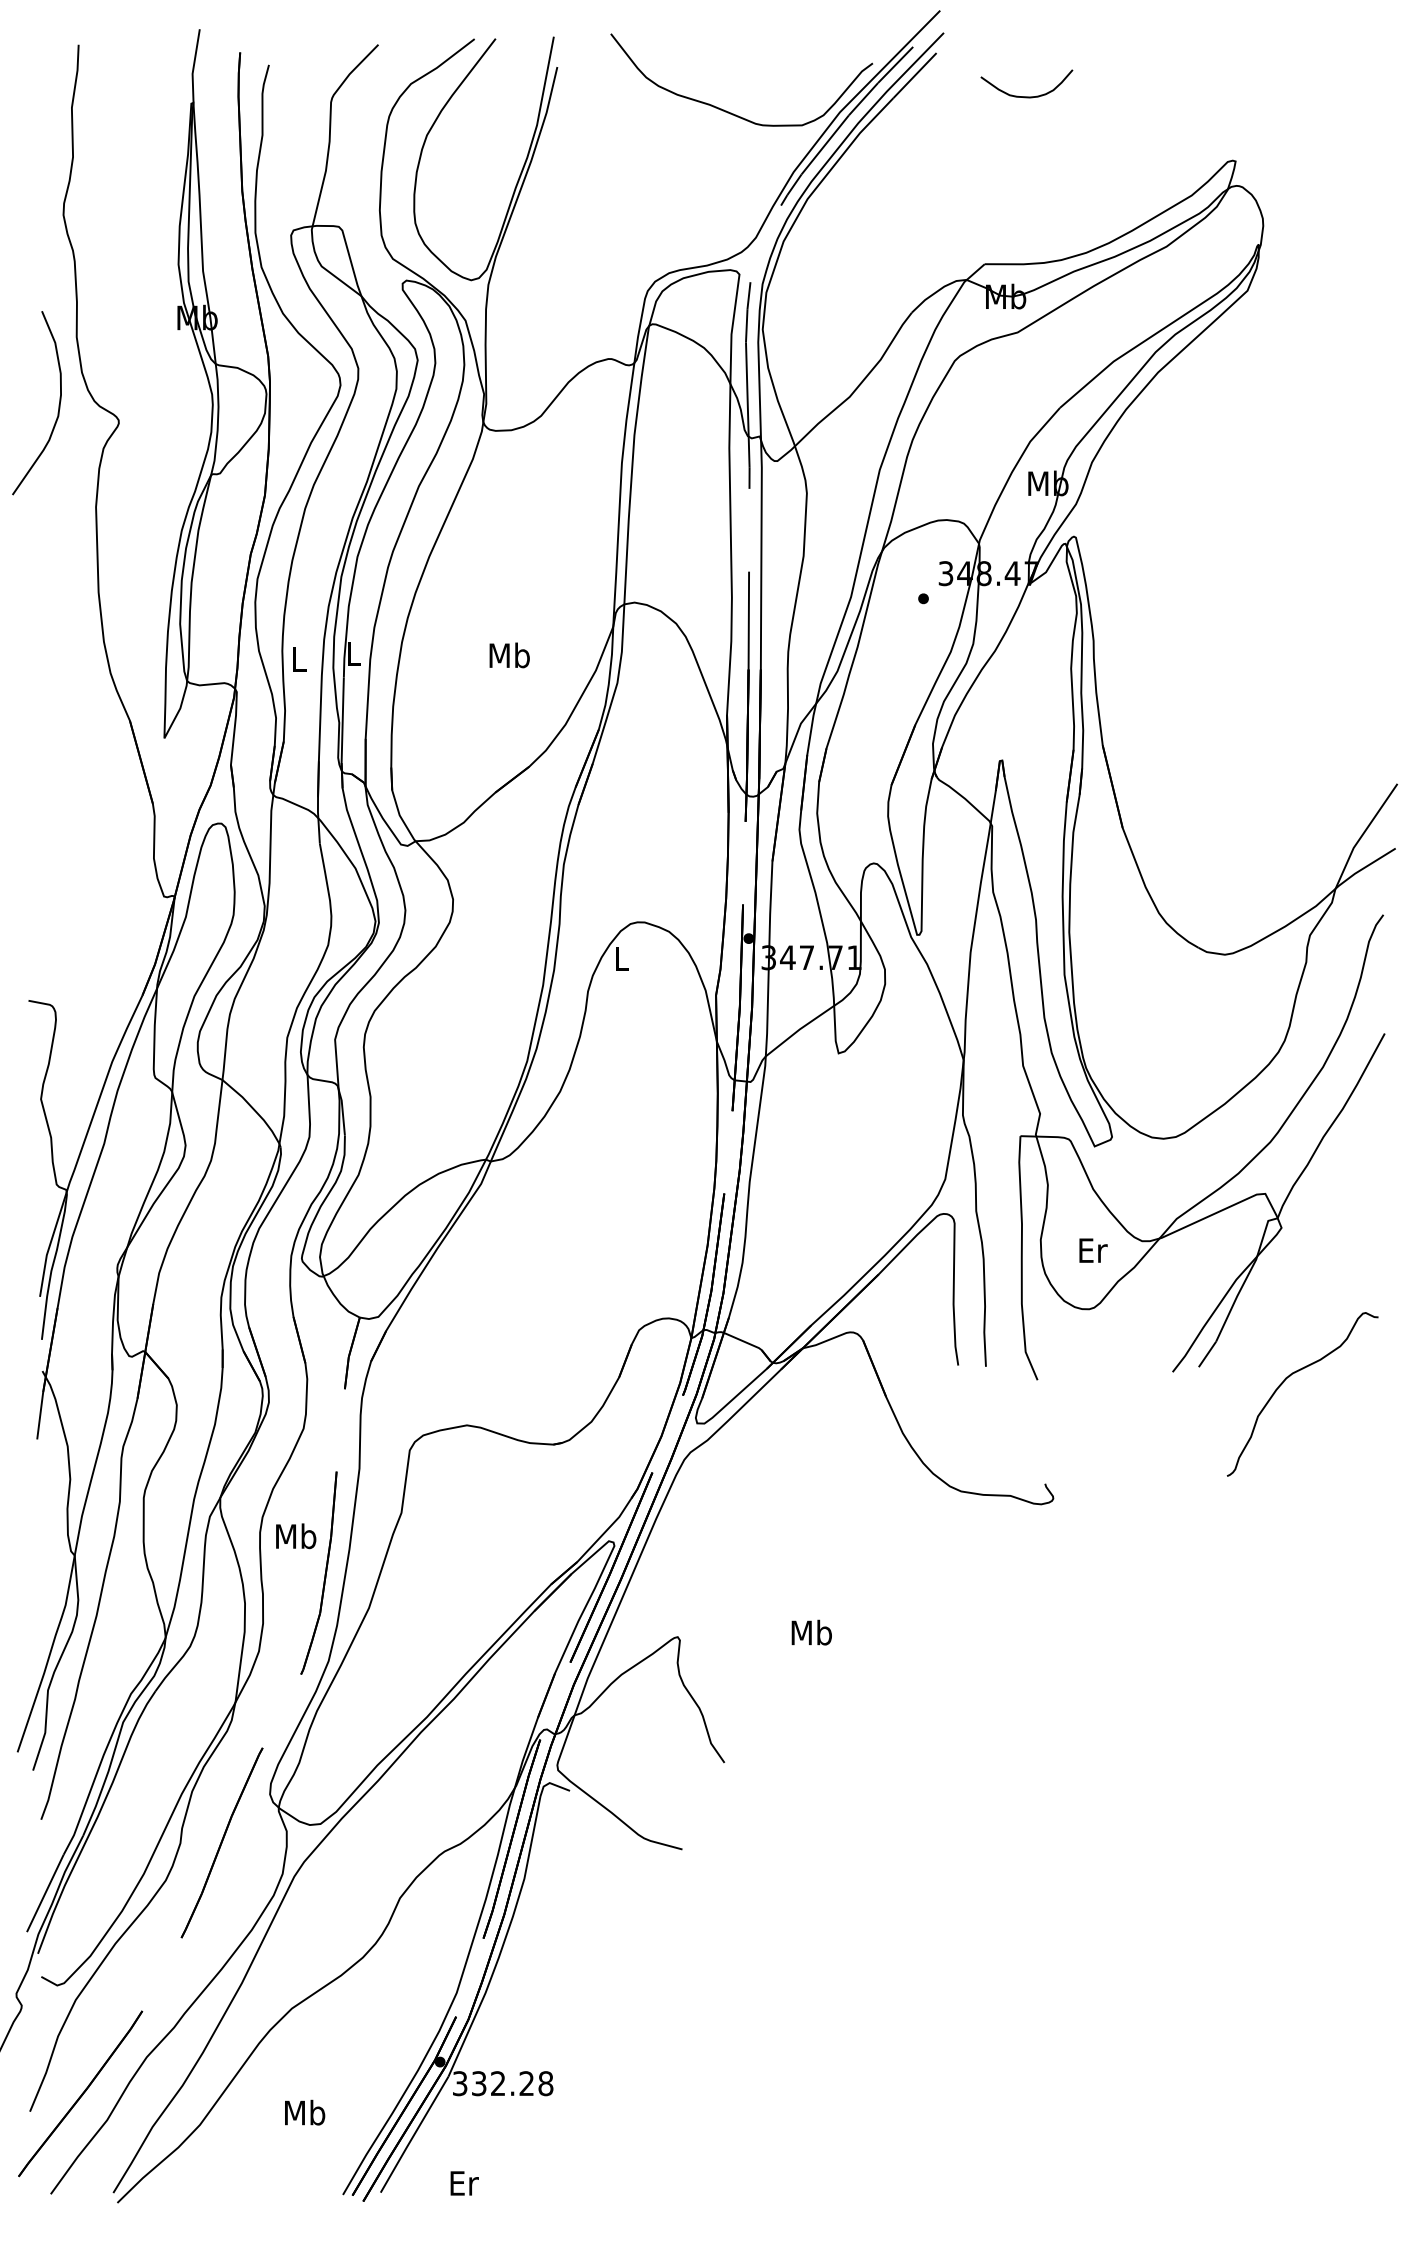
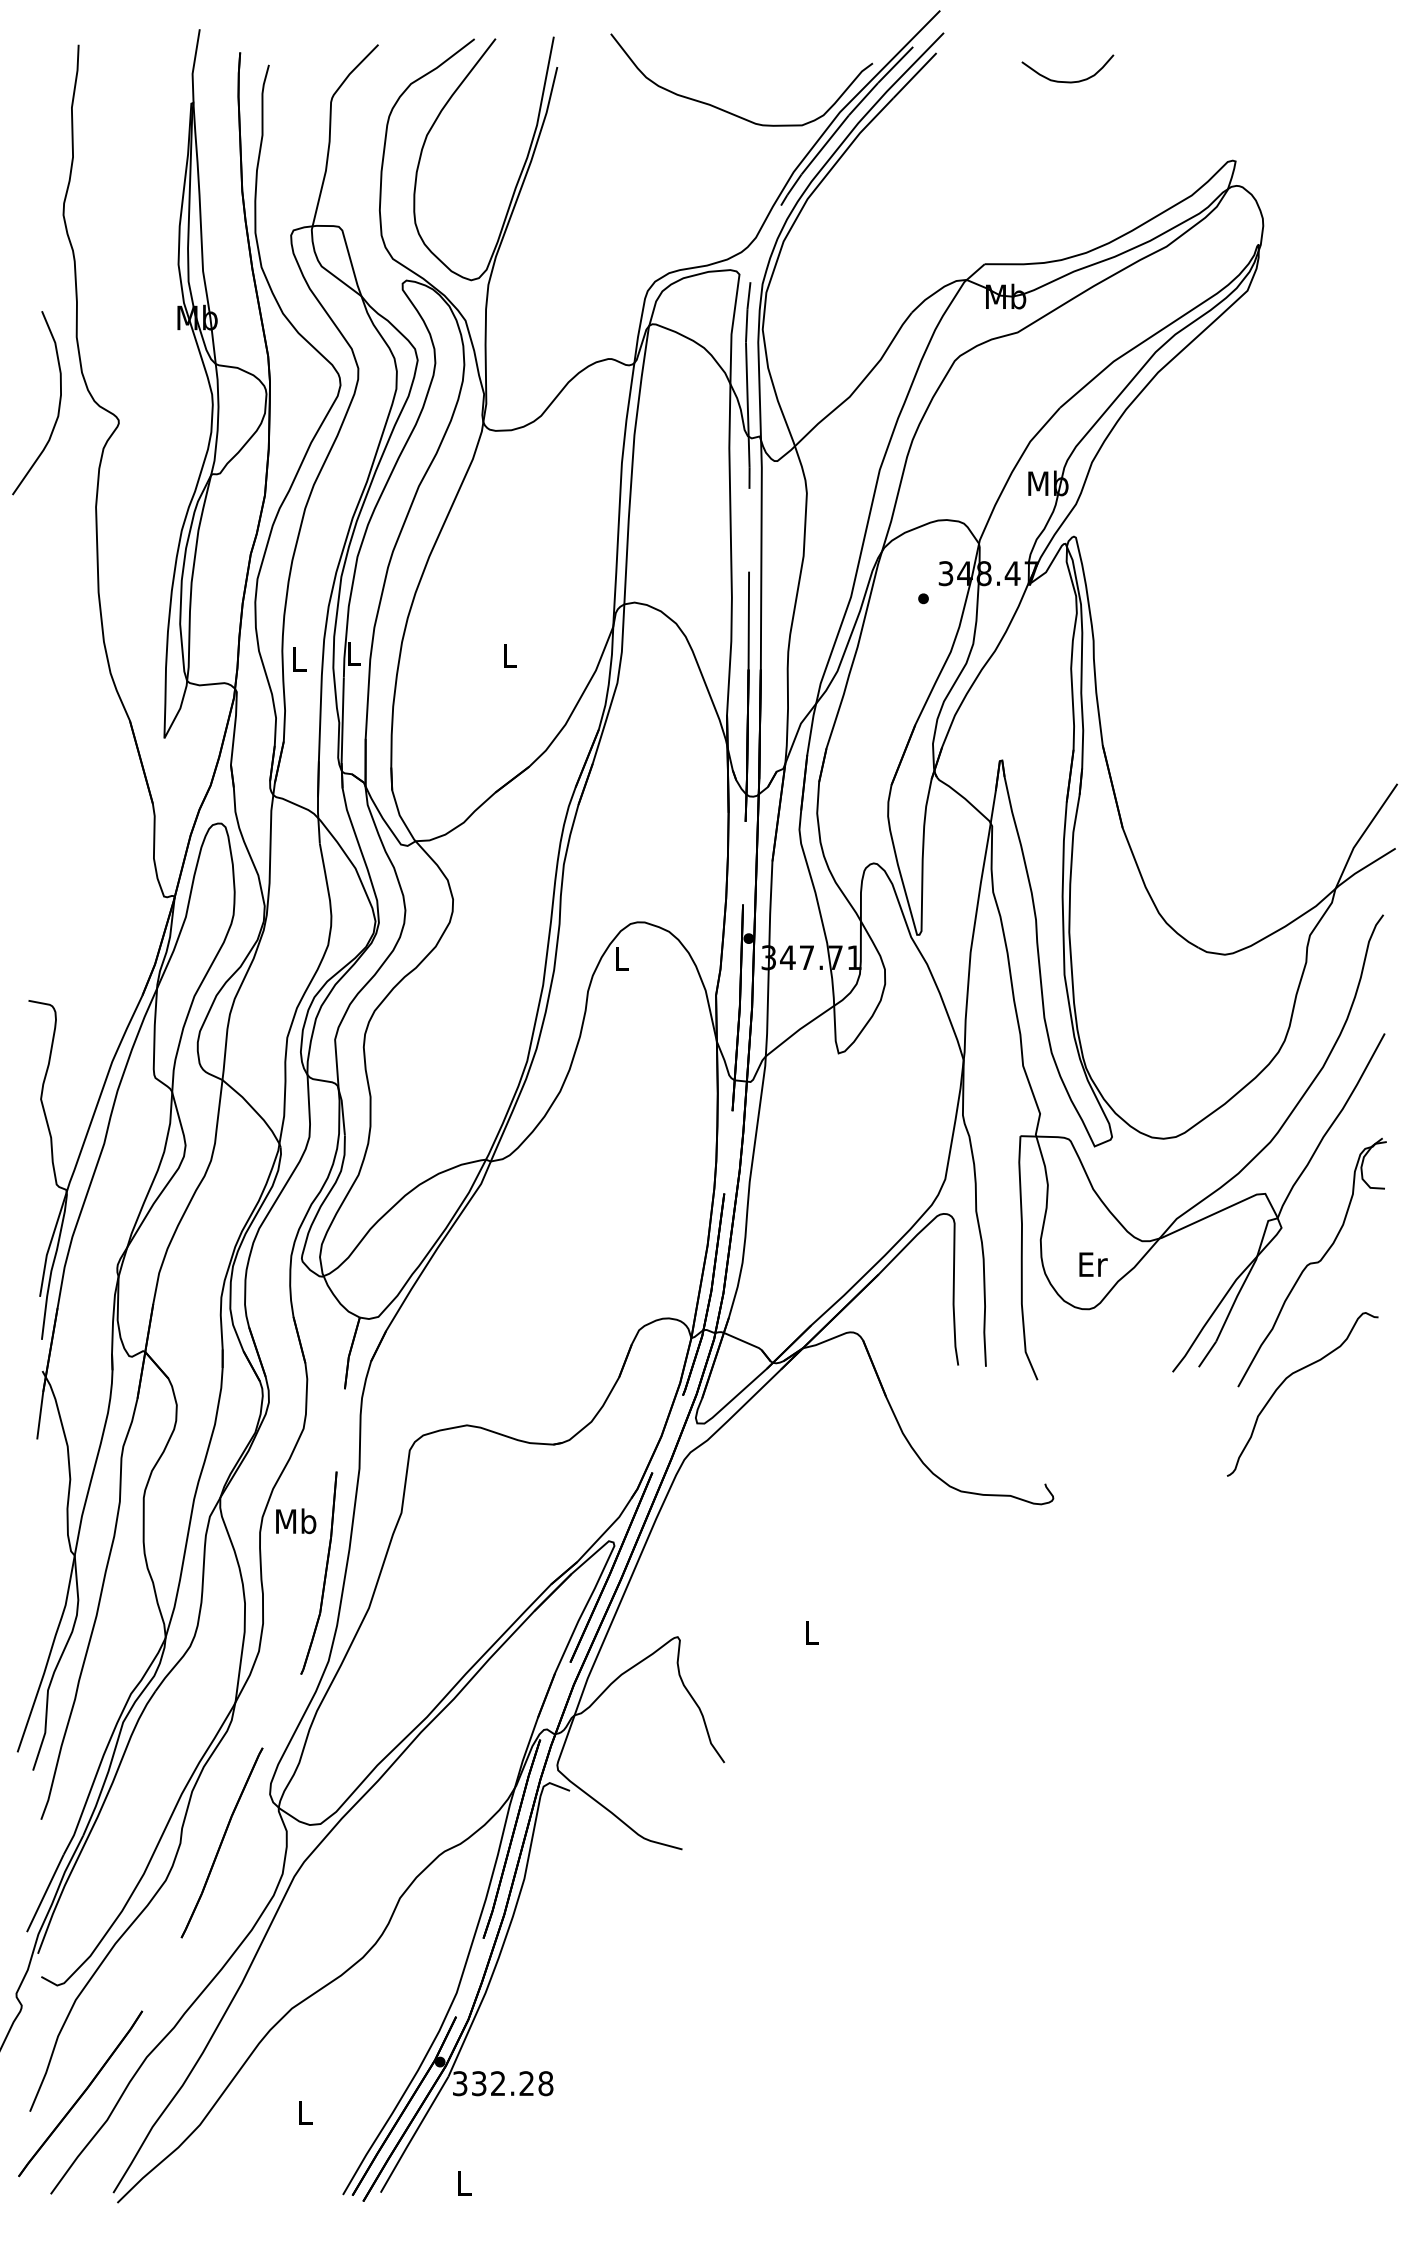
curve at (1026, 96) position: (1026, 96) -> (1067, 81)
text at (509, 655): Mb -> L
text at (1093, 1250) position: (1093, 1250) -> (1093, 1264)
part at (1311, 1262): none -> present
text at (296, 1536) position: (296, 1536) -> (296, 1521)
text at (811, 1632): Mb -> L
text at (305, 2112): Mb -> L
text at (464, 2183): Er -> L
